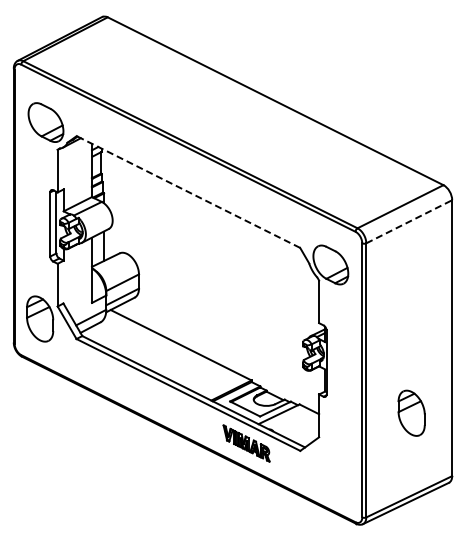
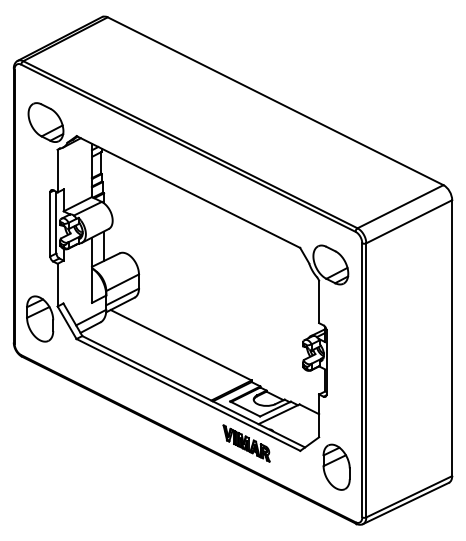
line at (188, 192): dashed -> solid
line at (409, 221): dashed -> solid
part at (411, 412) position: (411, 412) -> (336, 466)
